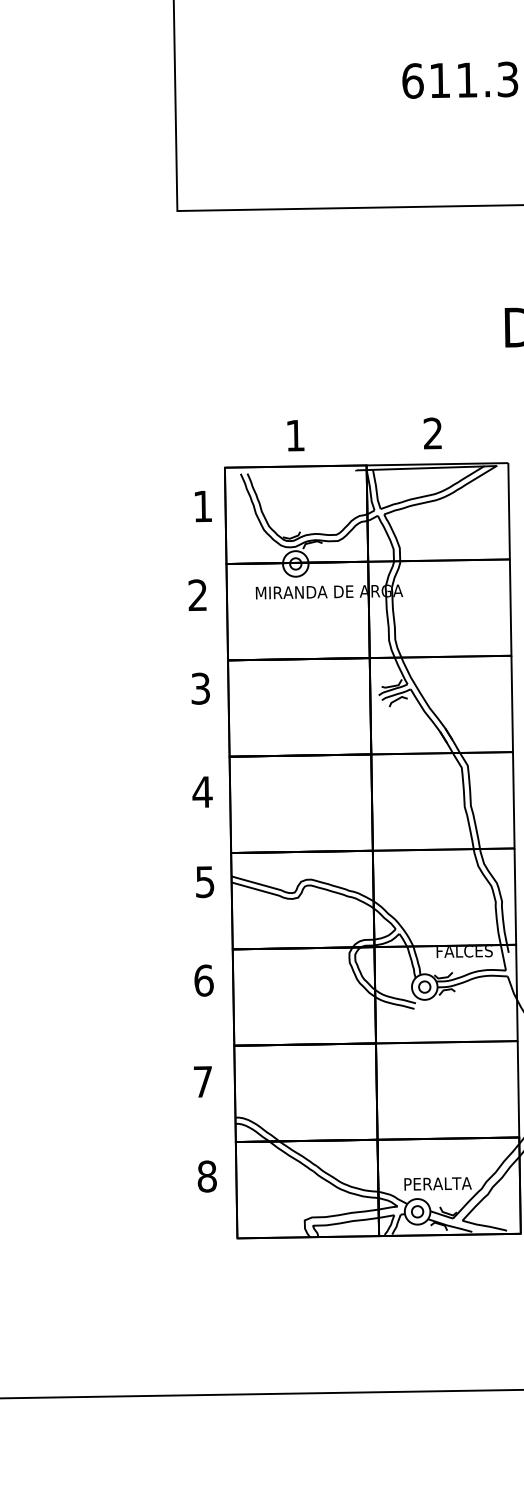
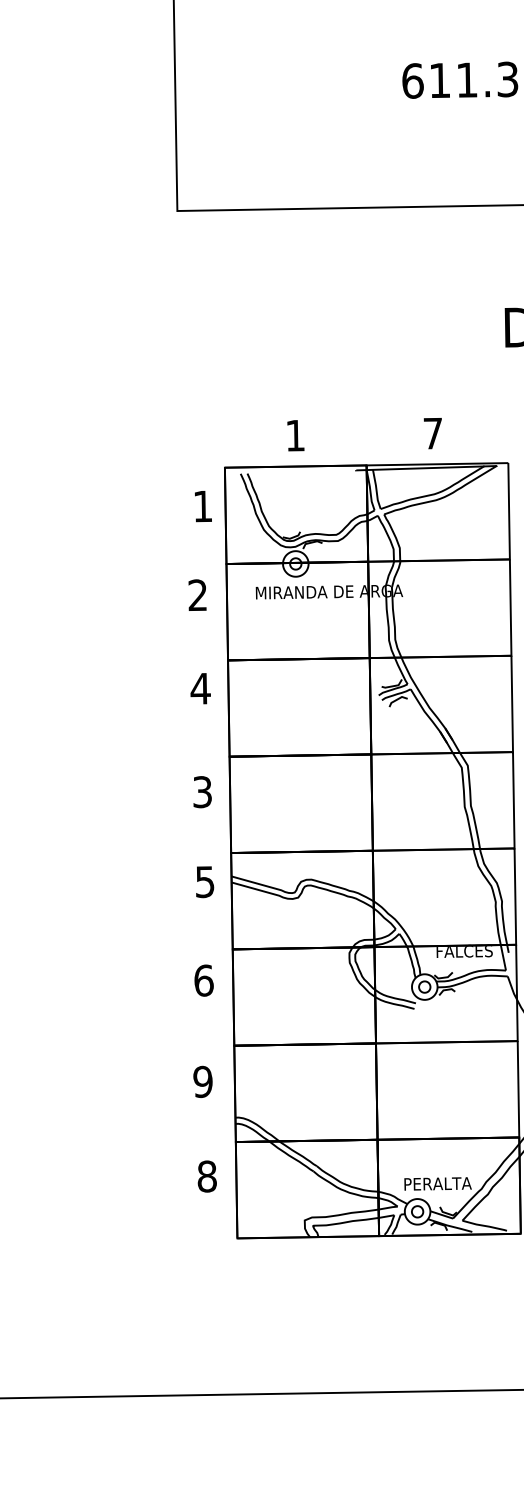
text at (432, 433): 2 -> 7
text at (200, 688): 3 -> 4
text at (202, 792): 4 -> 3
text at (202, 1081): 7 -> 9
